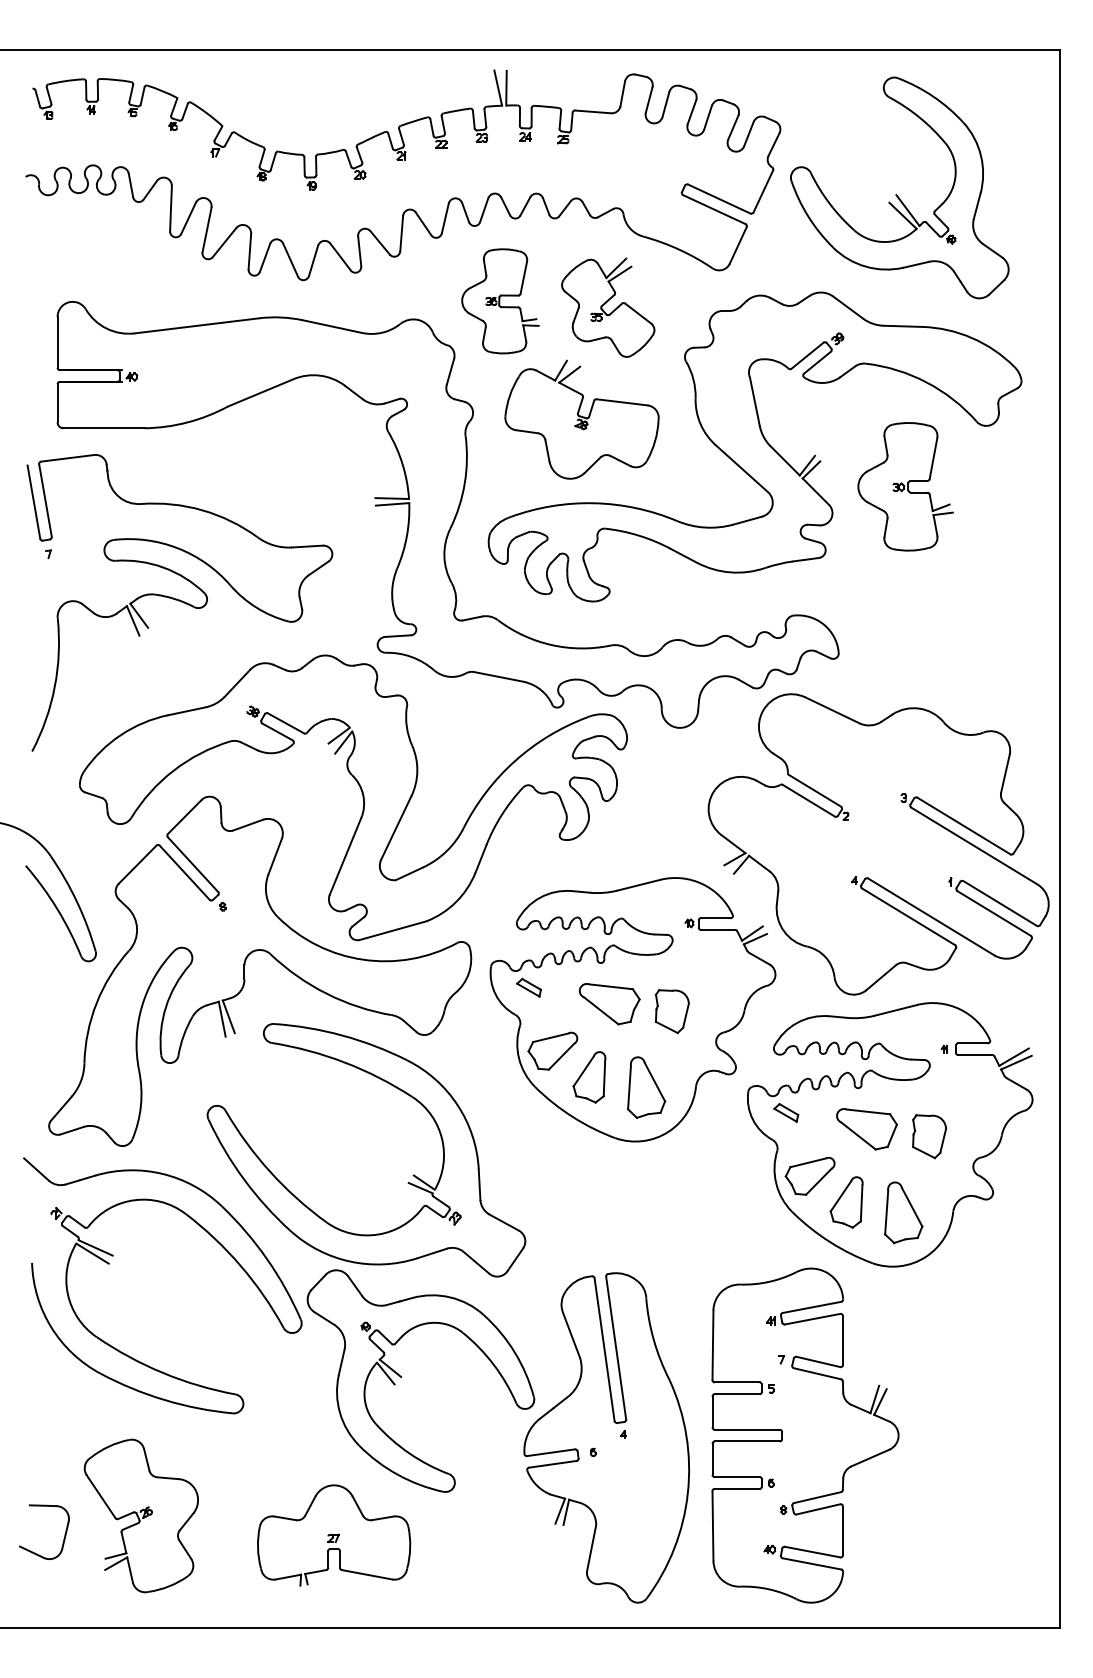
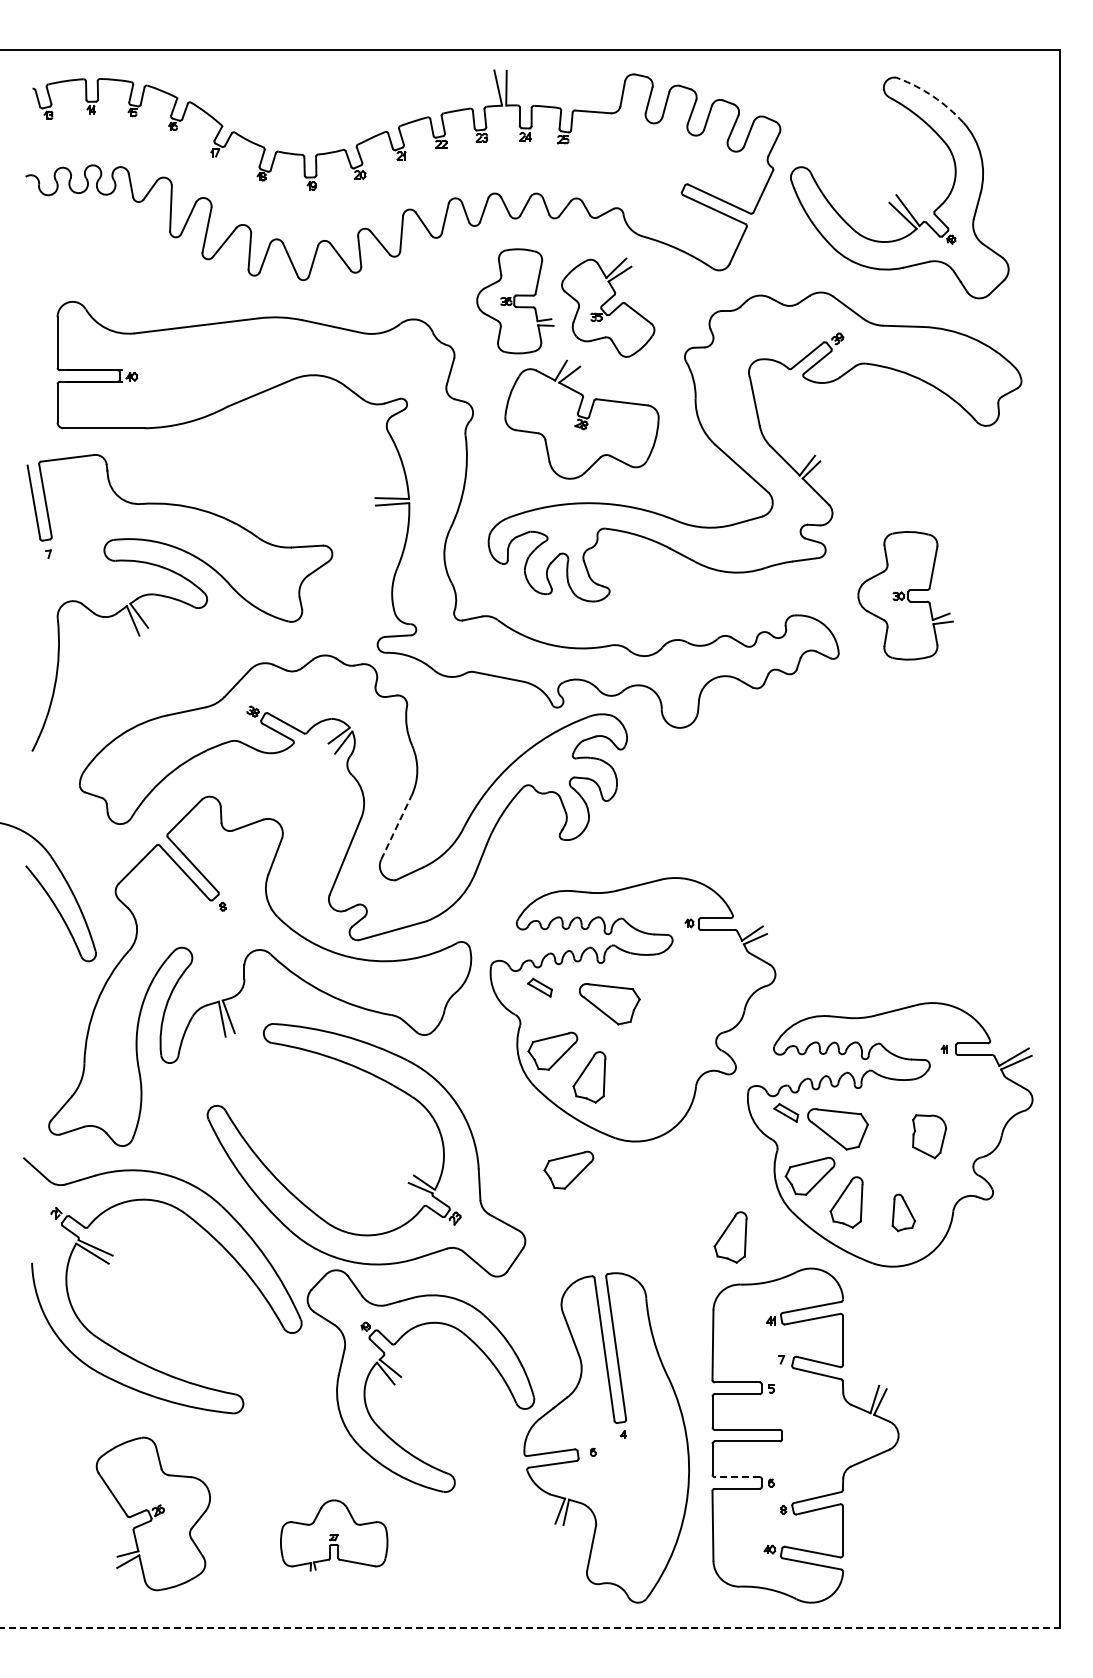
arc at (933, 96): solid -> dashed
part at (500, 301) position: (500, 301) -> (515, 301)
part at (905, 486) position: (905, 486) -> (905, 595)
line at (396, 827): solid -> dashed
part at (868, 877): present -> none
part at (528, 987) position: (528, 987) -> (539, 987)
part at (671, 1011): present -> none
part at (646, 1087): present -> none
part at (866, 1129) position: (866, 1129) -> (837, 1129)
part at (568, 1169): none -> present
part at (903, 1212) size: 40x64 px -> 25x39 px
part at (730, 1237): none -> present
line at (736, 1477): solid -> dashed
part at (140, 1515) position: (140, 1515) -> (152, 1513)
part at (64, 1534): present -> none
part at (334, 1535) size: 155x103 px -> 109x73 px
line at (530, 1627): solid -> dashed
